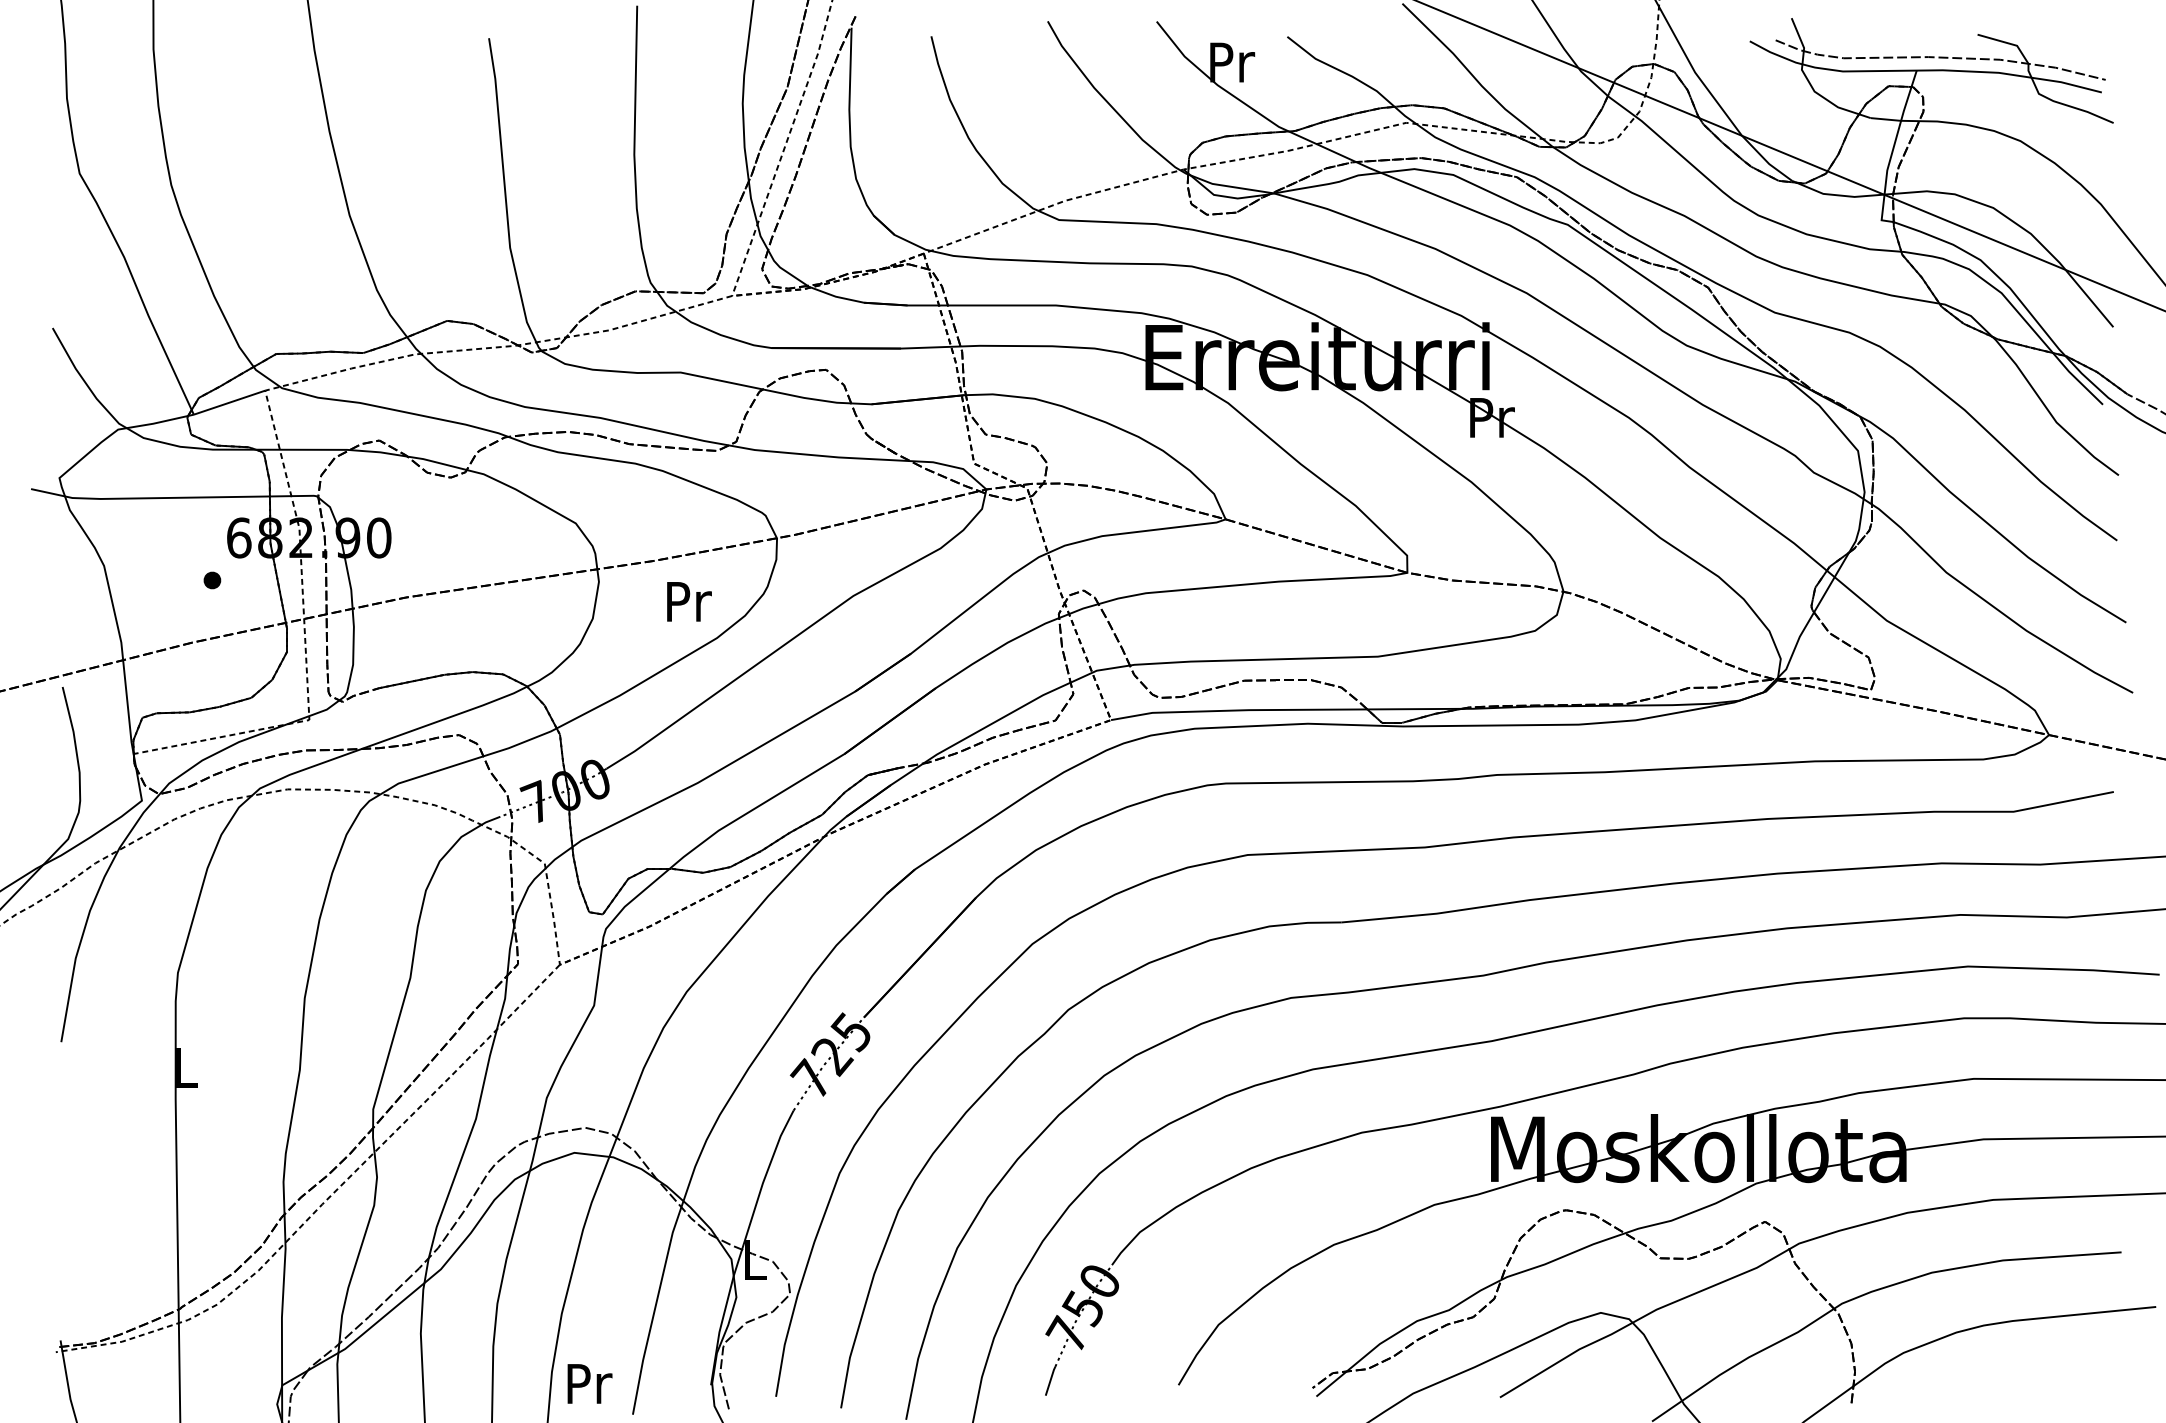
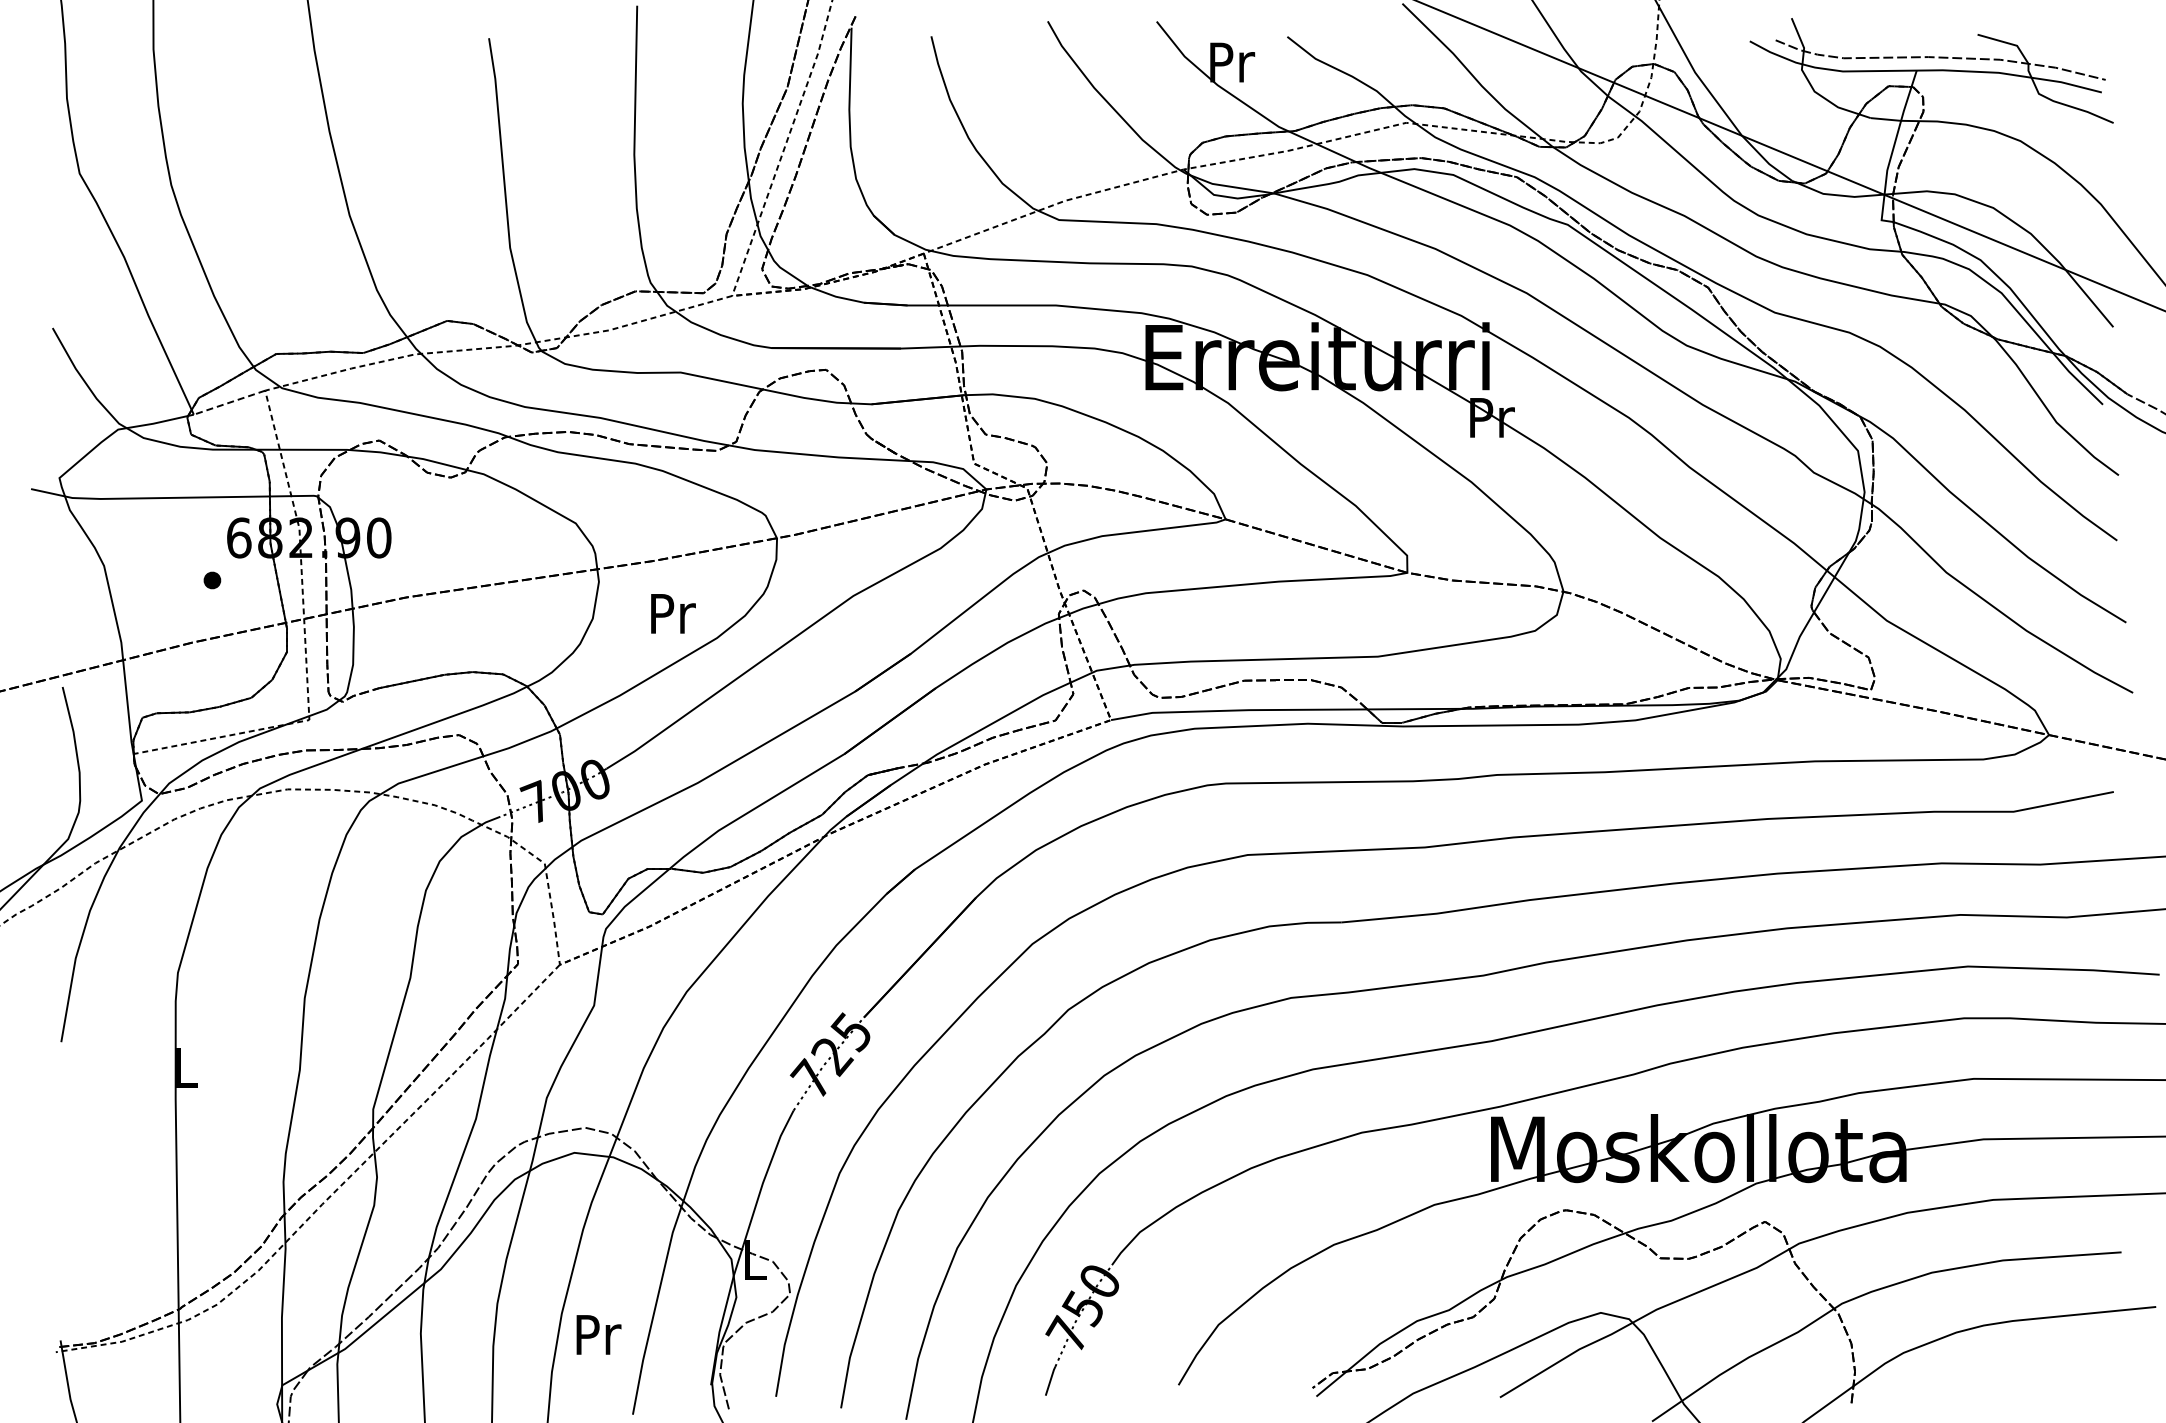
line at (229, 402): solid -> dashed
text at (689, 601) position: (689, 601) -> (673, 613)
text at (589, 1383) position: (589, 1383) -> (598, 1334)
